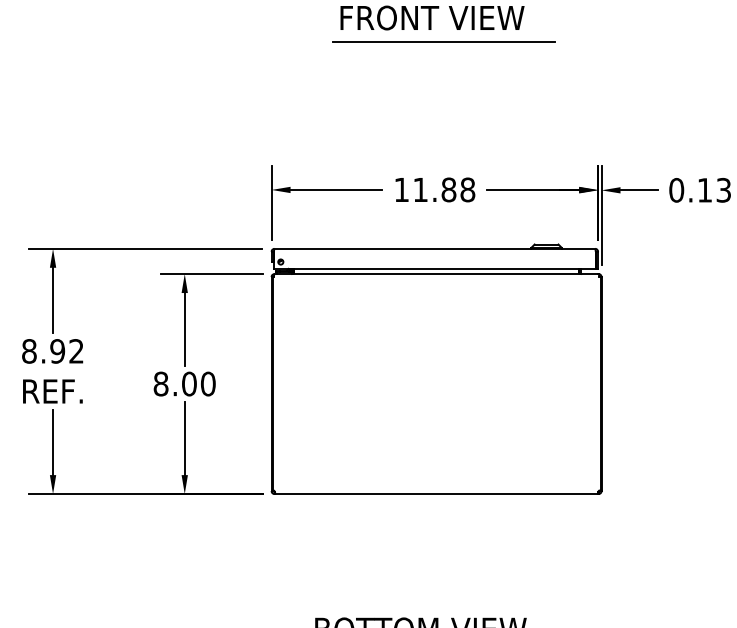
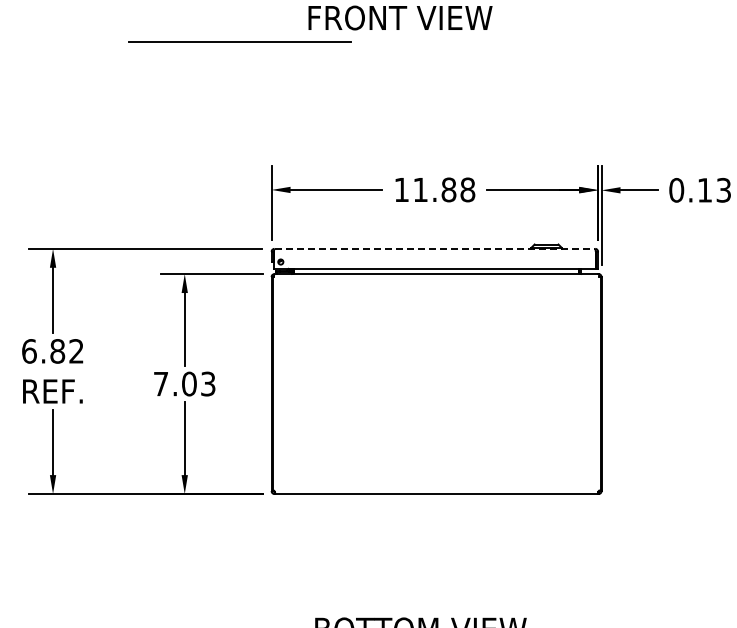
text at (432, 17) position: (432, 17) -> (400, 17)
line at (443, 41) position: (443, 41) -> (239, 41)
line at (435, 248): solid -> dashed
text at (43, 351): 8.92 -> 6.82
text at (184, 383): 8.00 -> 7.03
